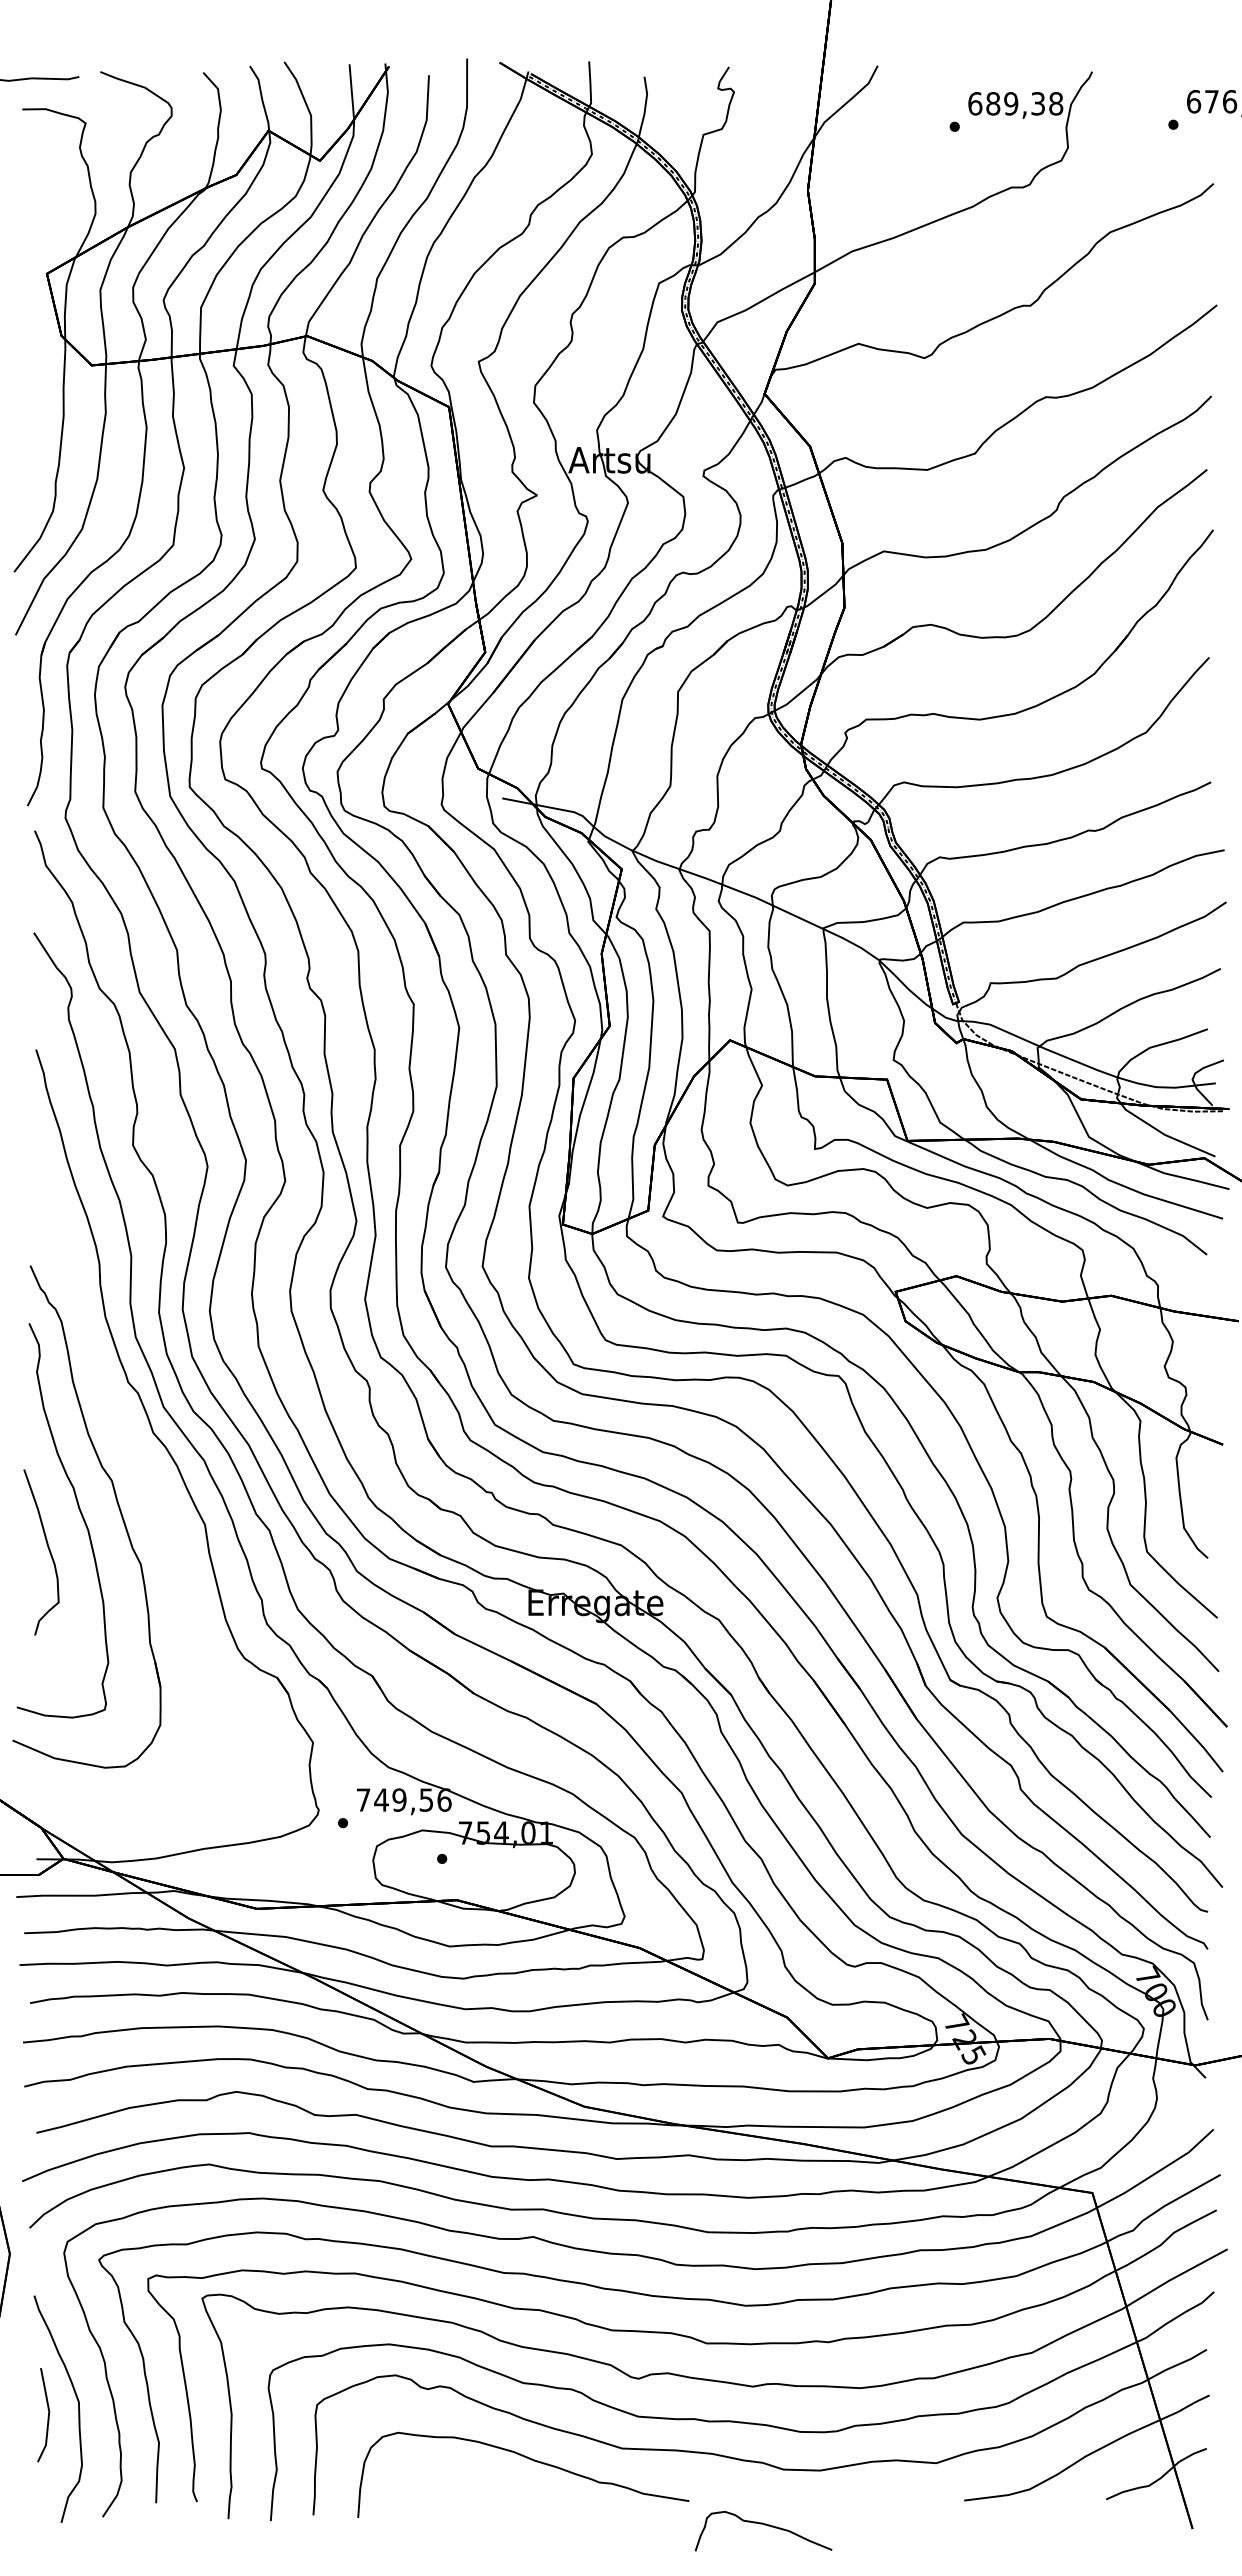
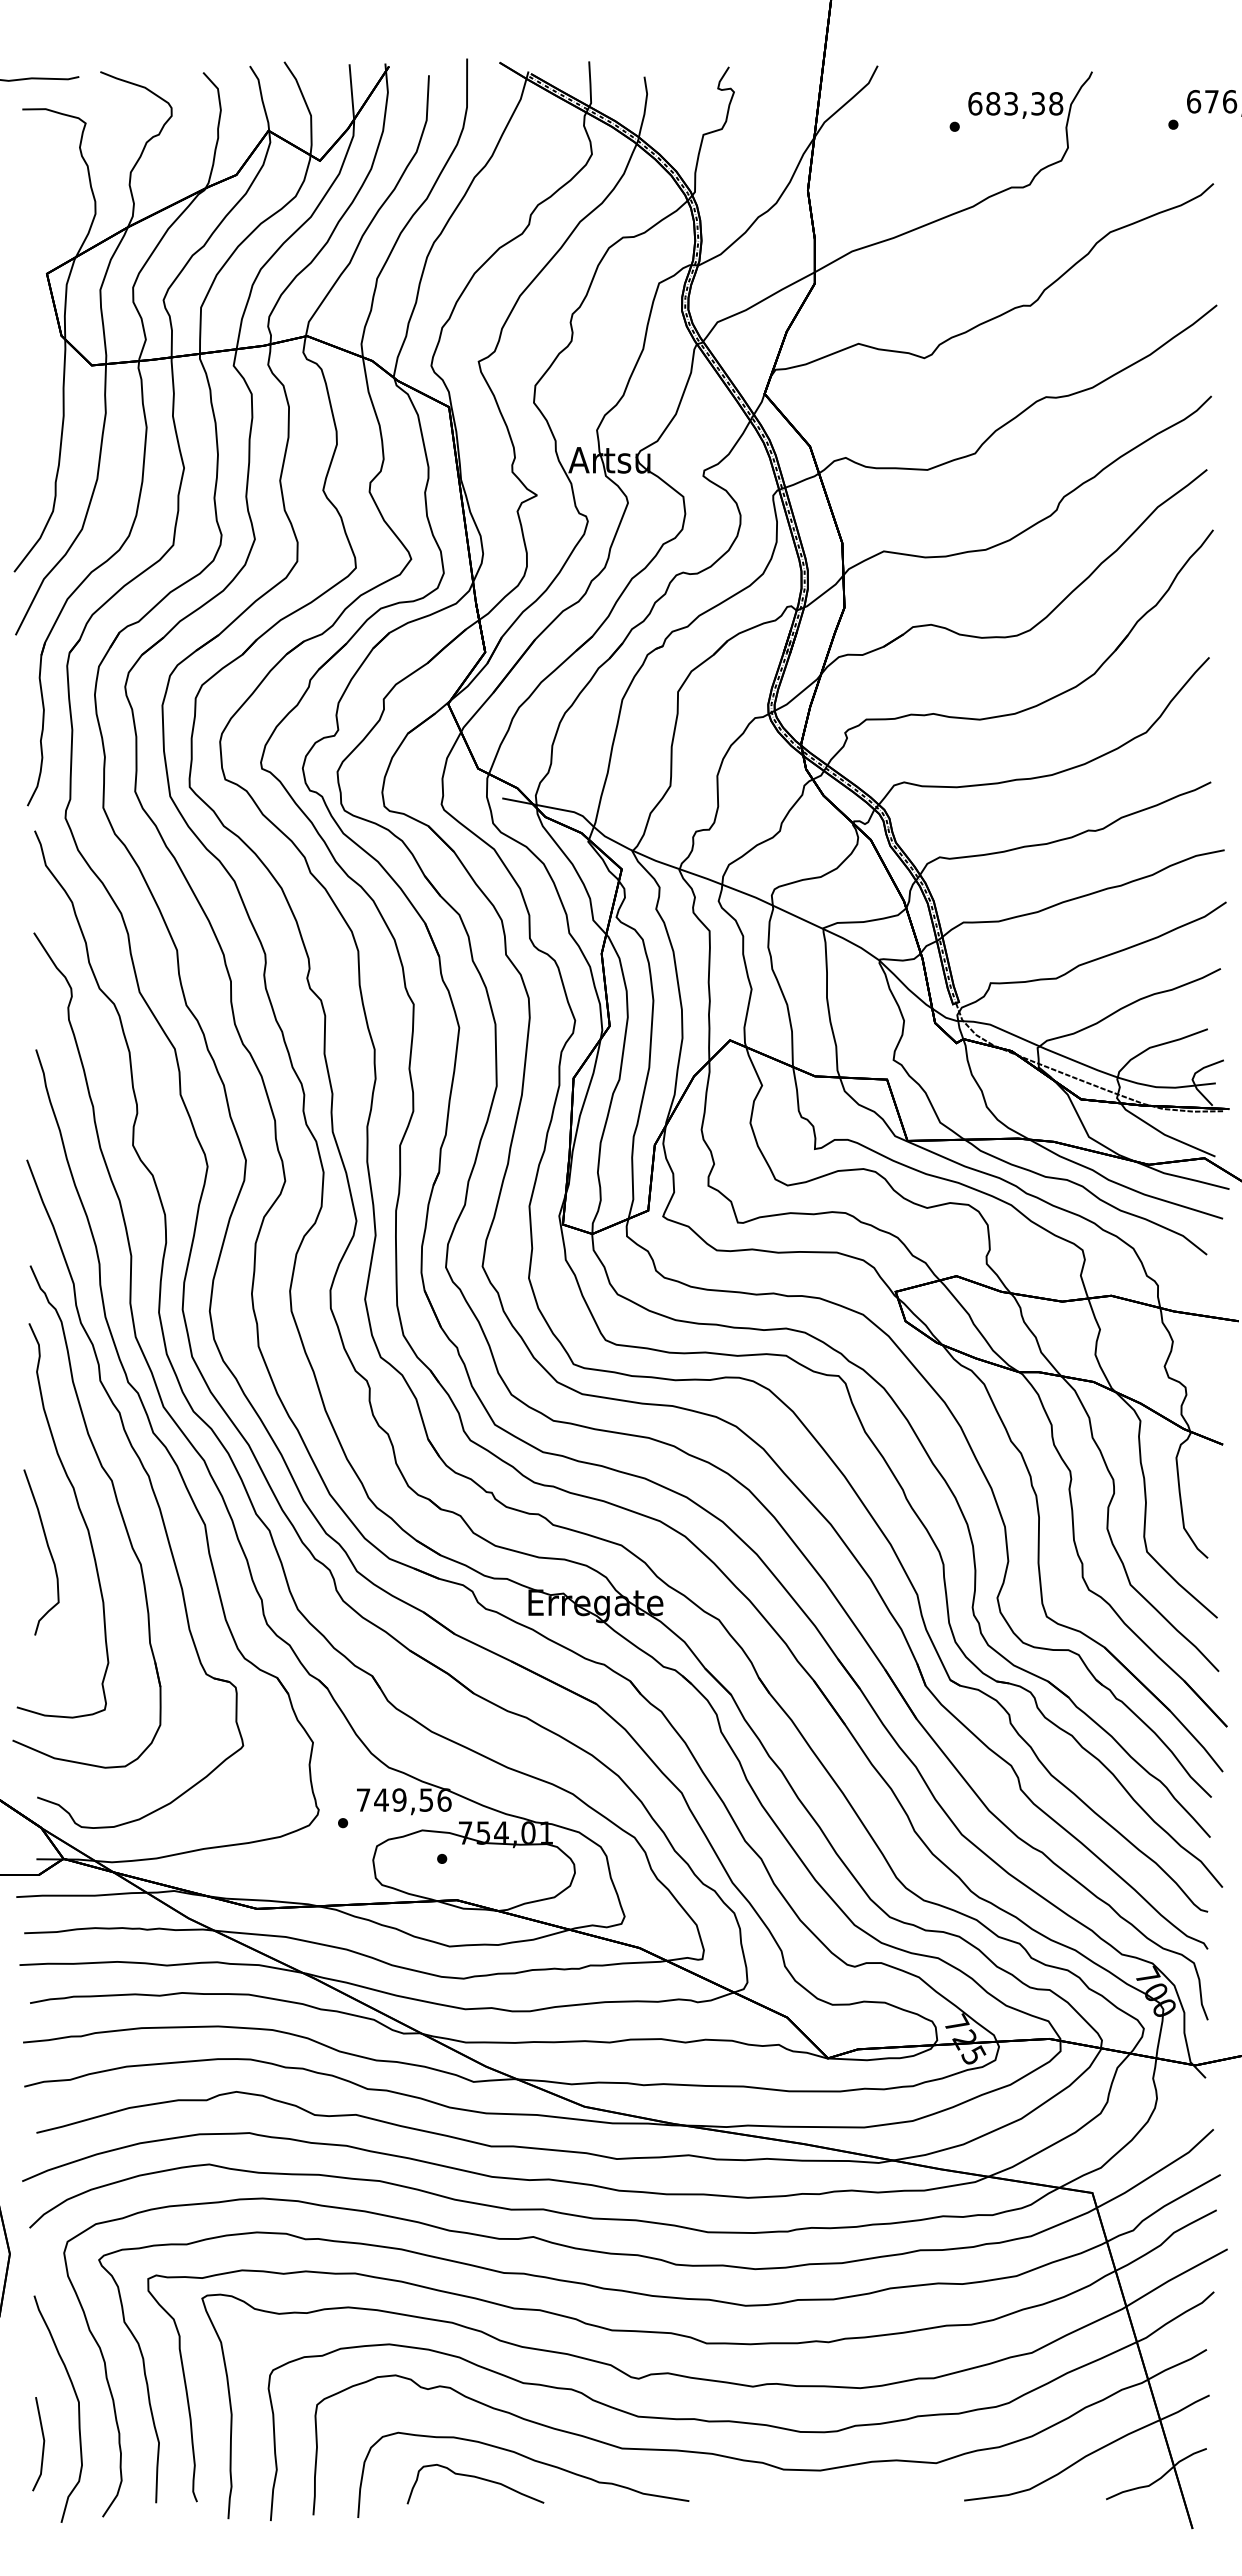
text at (1011, 103): 689,38 -> 683,38
part at (151, 1489): none -> present
curve at (47, 2416) position: (47, 2416) -> (42, 2445)
curve at (764, 2525) position: (764, 2525) -> (476, 2478)
